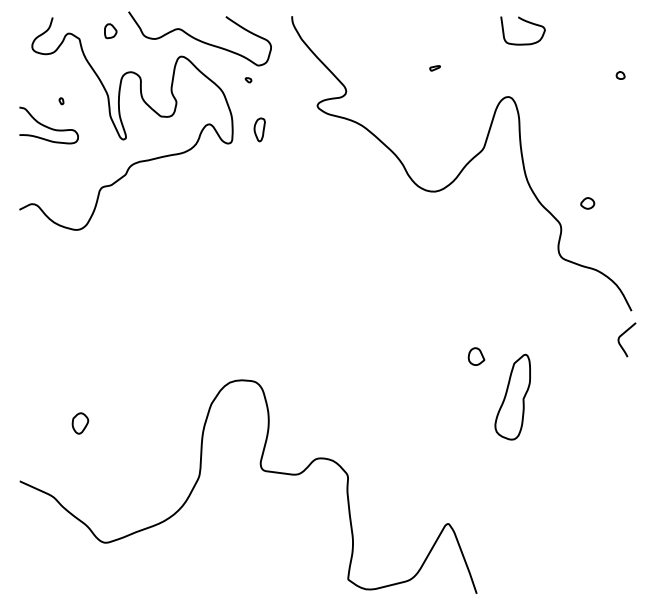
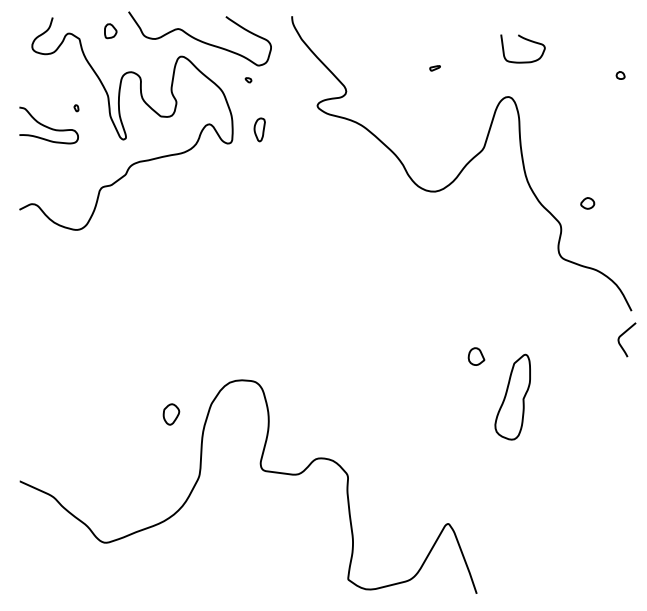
curve at (526, 22) position: (526, 22) -> (526, 40)
part at (61, 101) position: (61, 101) -> (76, 108)
part at (80, 423) position: (80, 423) -> (171, 414)
